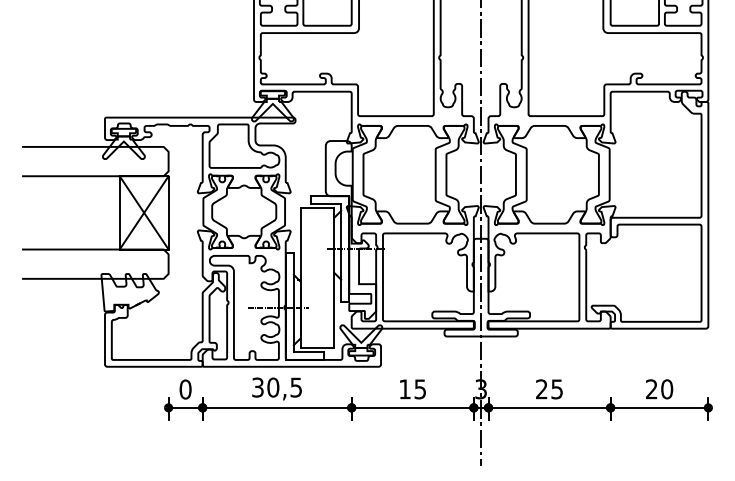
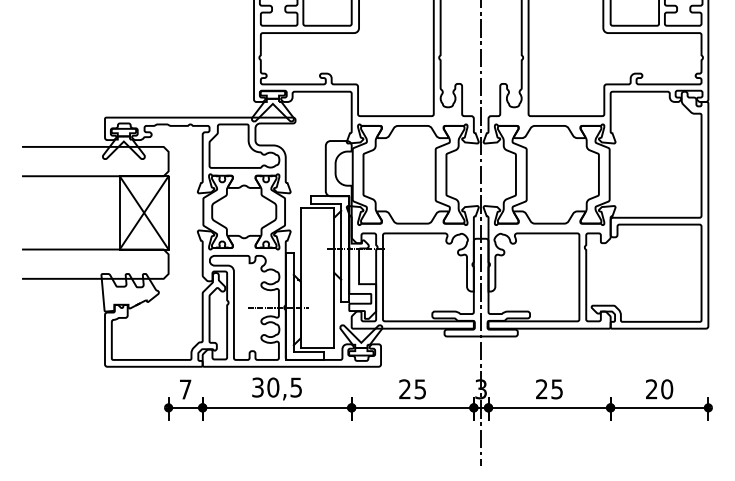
text at (185, 389): 0 -> 7
text at (404, 389): 15 -> 25
